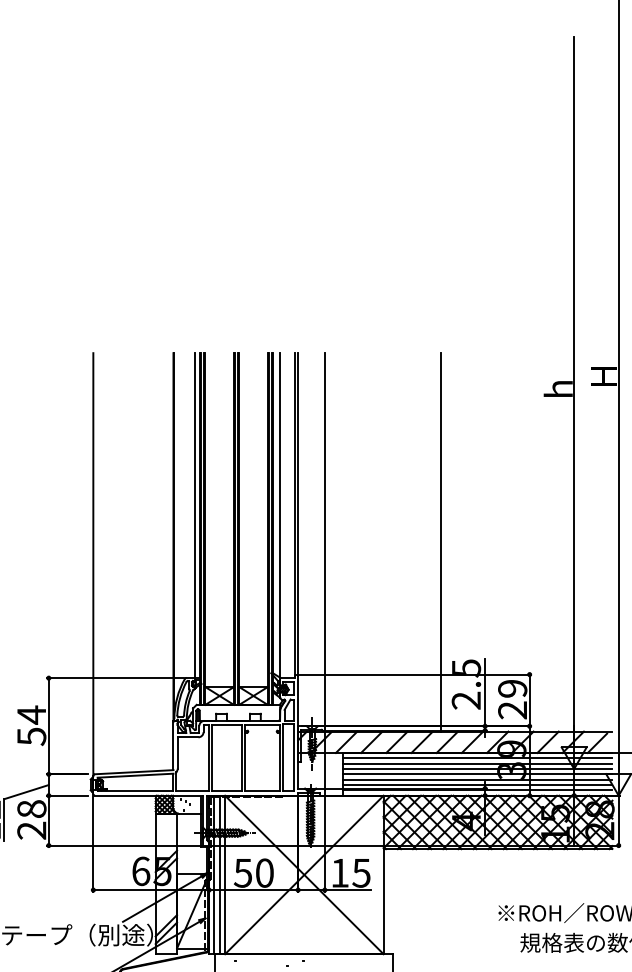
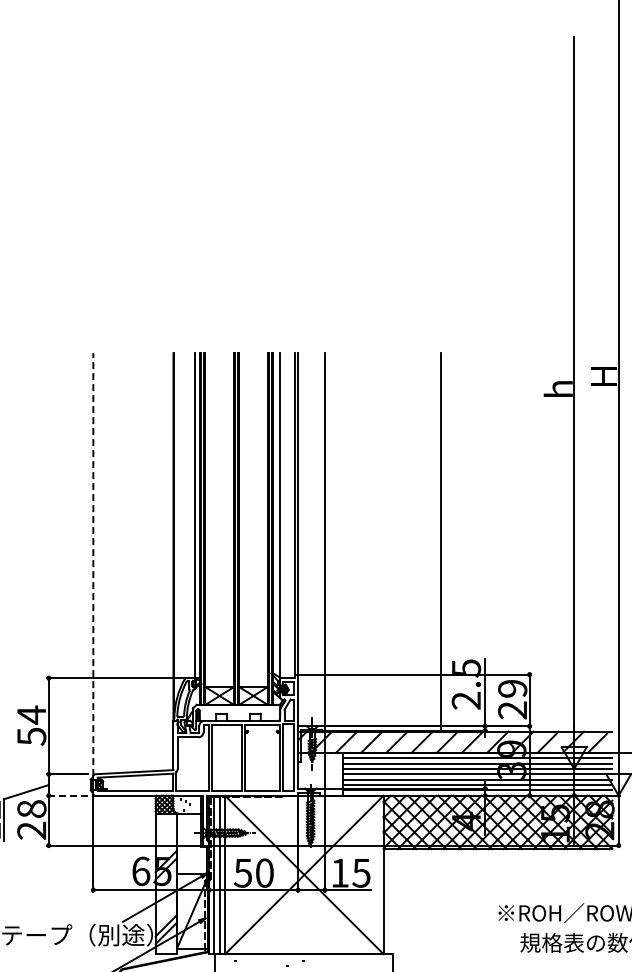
line at (93, 564): solid -> dashed
line at (67, 795): solid -> dashed
